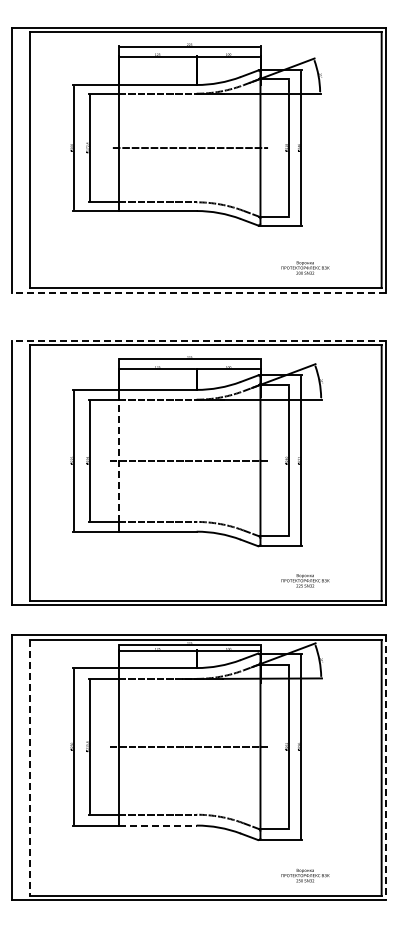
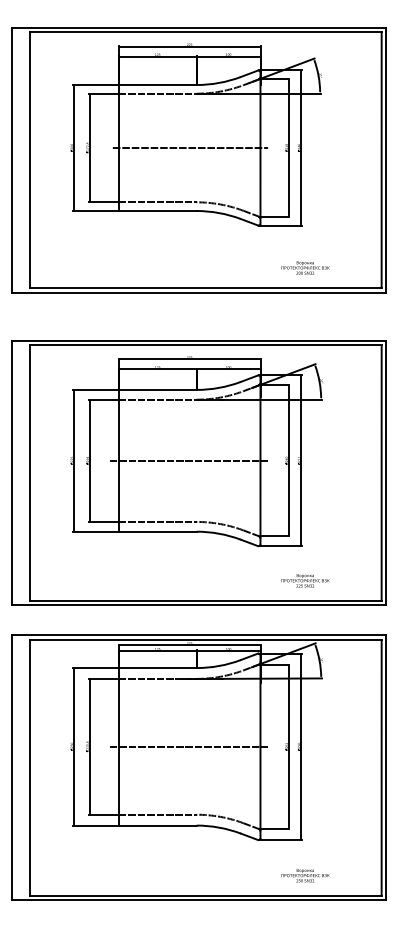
line at (198, 292): dashed -> solid
line at (198, 340): dashed -> solid
line at (118, 460): dashed -> solid
line at (29, 767): dashed -> solid
line at (386, 768): dashed -> solid
line at (157, 825): dashed -> solid
